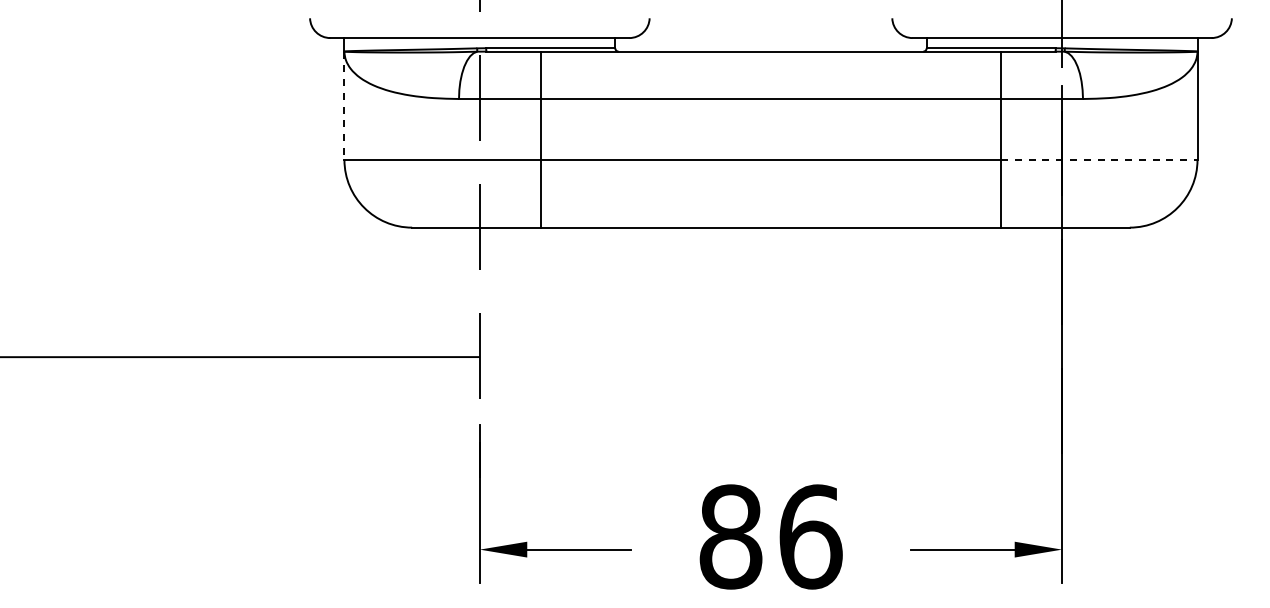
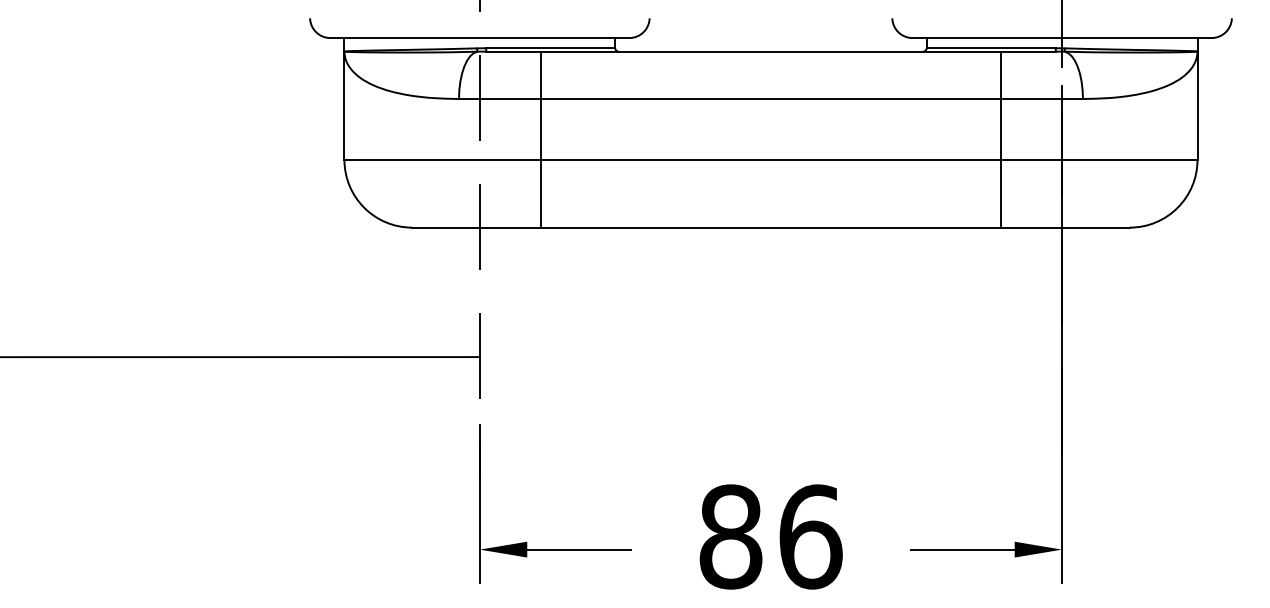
line at (344, 106): dashed -> solid
line at (1099, 159): dashed -> solid
